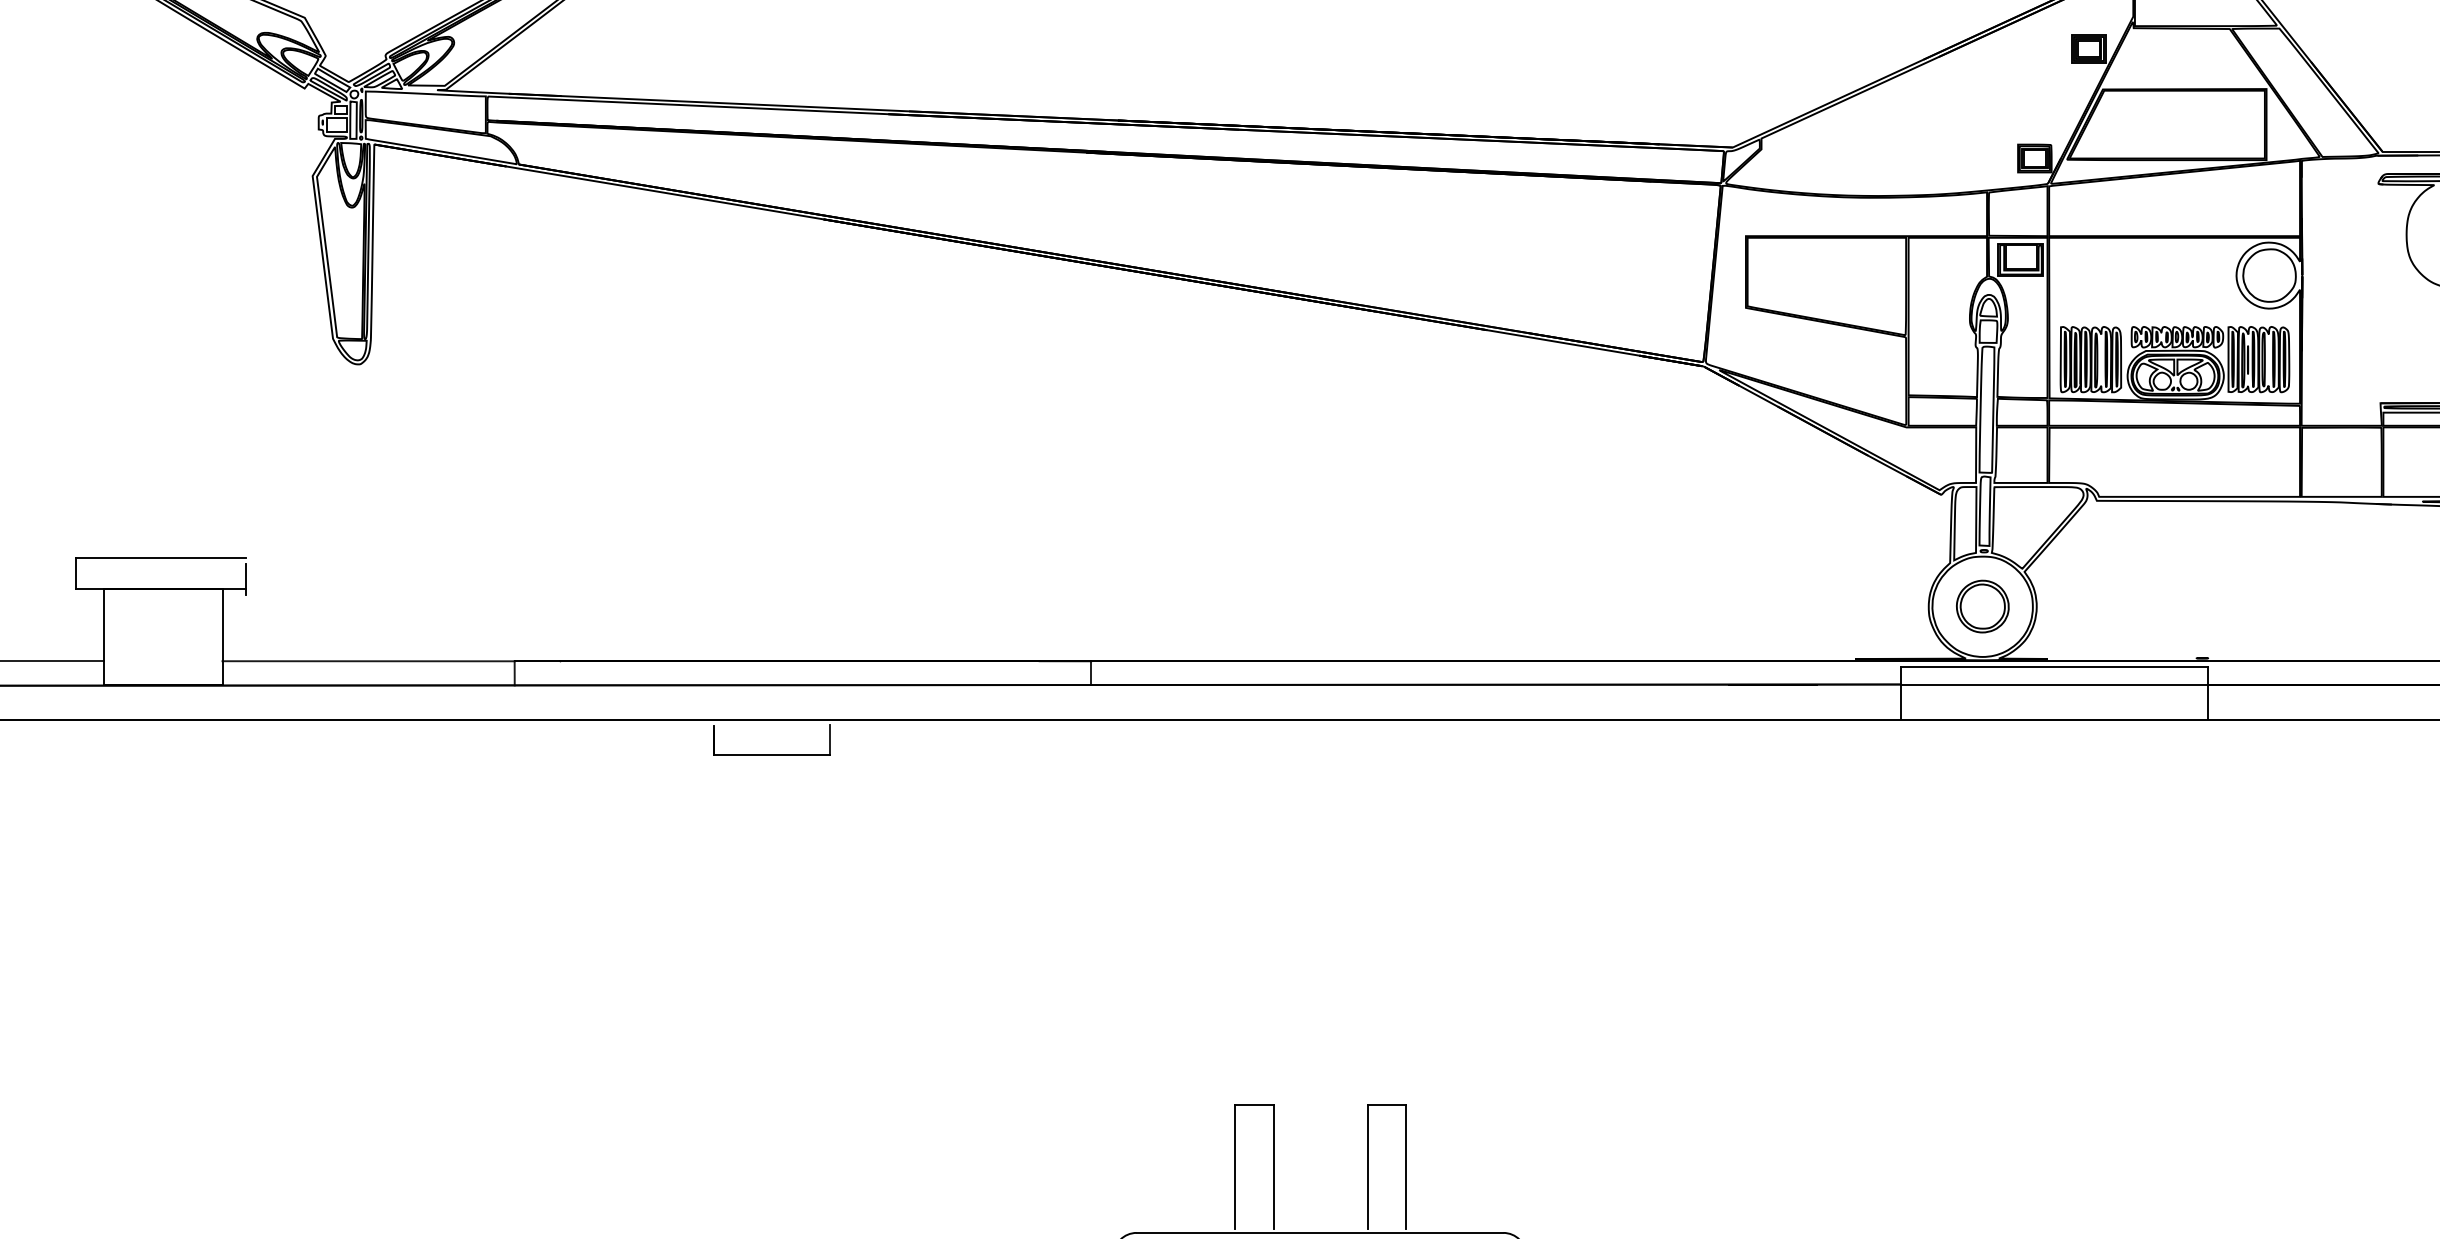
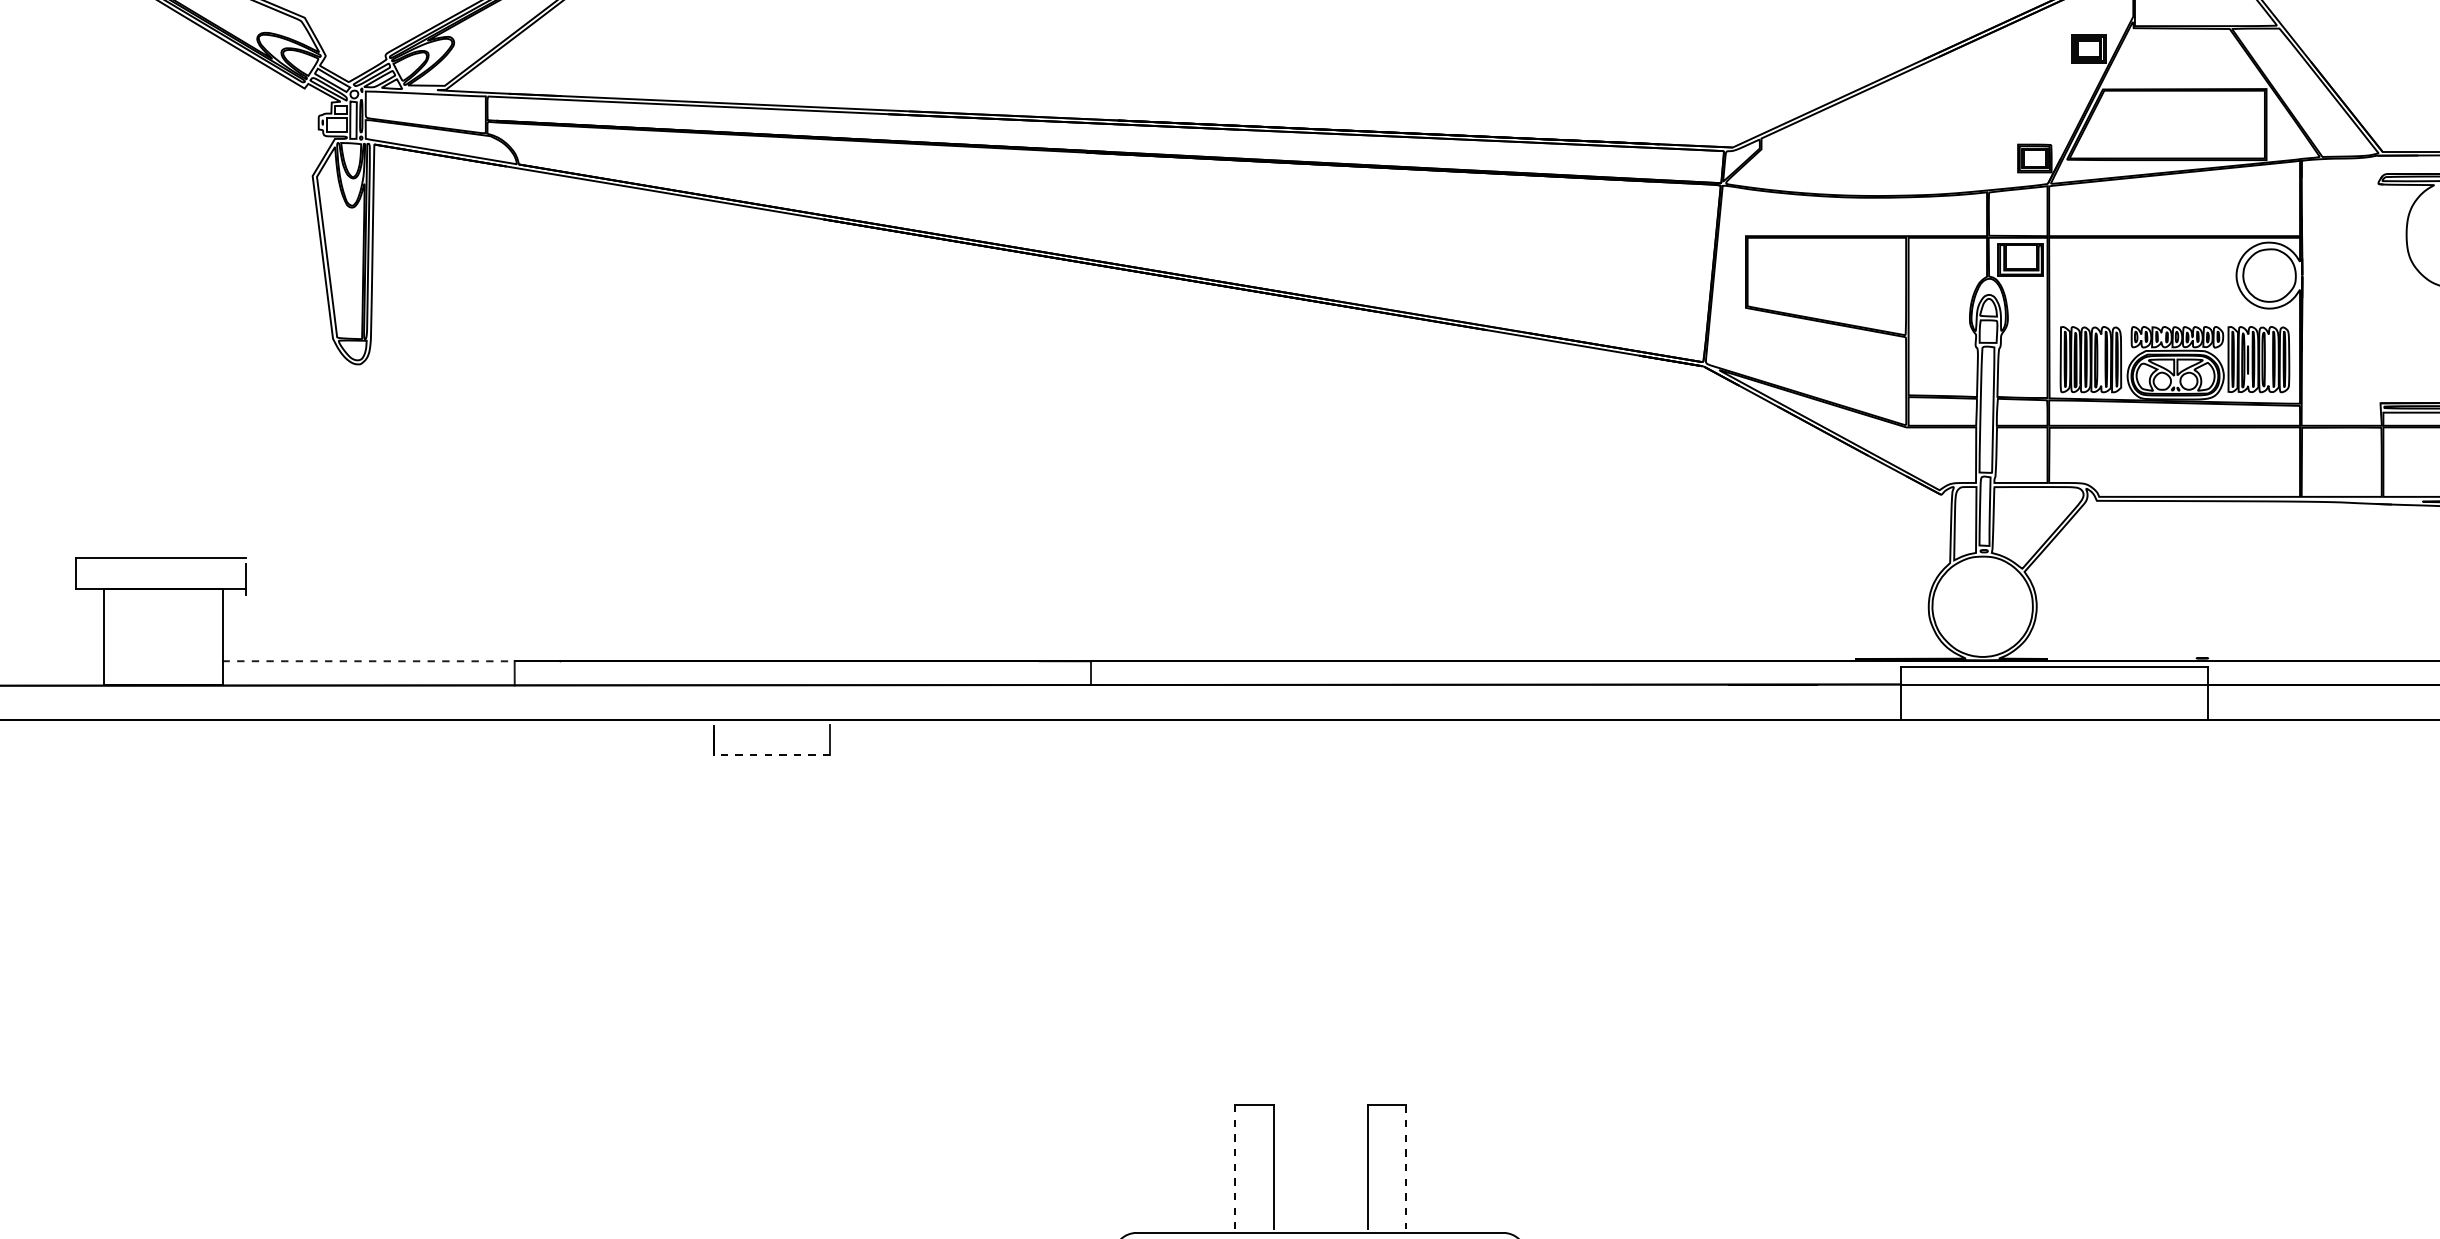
part at (1982, 606): present -> none
line at (52, 661): present -> none
line at (369, 661): solid -> dashed
line at (771, 754): solid -> dashed
line at (1235, 1167): solid -> dashed
line at (1406, 1167): solid -> dashed
